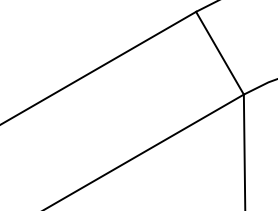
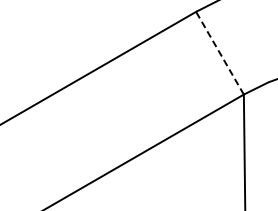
line at (219, 53): solid -> dashed
